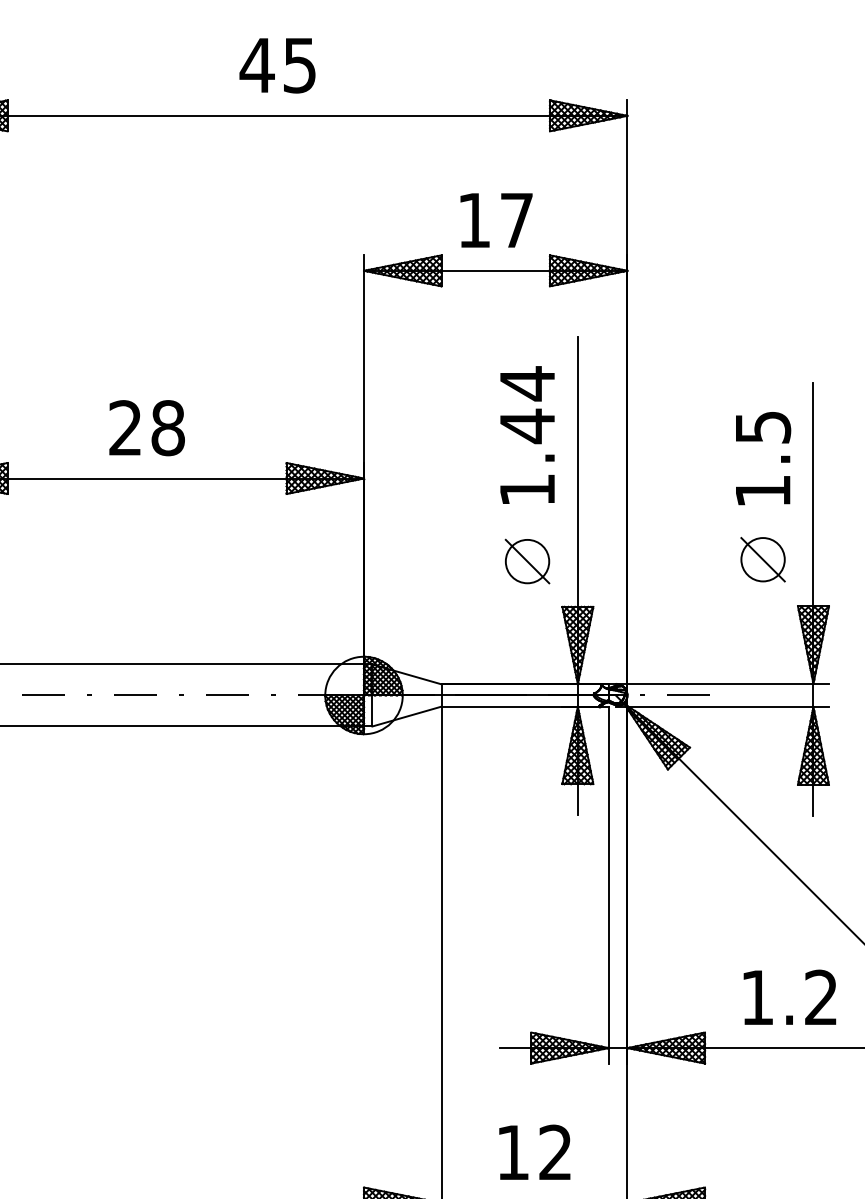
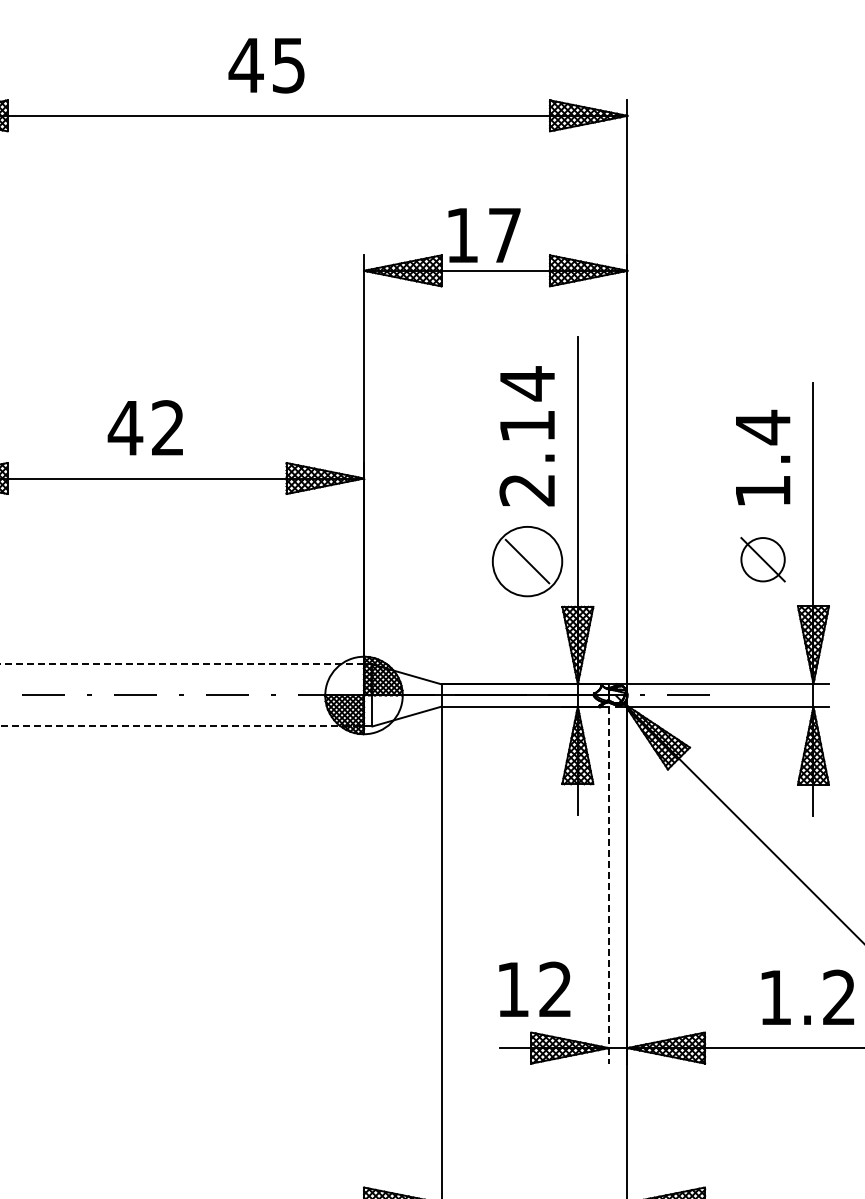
text at (277, 65) position: (277, 65) -> (266, 65)
text at (496, 220) position: (496, 220) -> (484, 235)
text at (763, 427): 1.5 -> 1.4
text at (145, 428): 28 -> 42
text at (526, 457): 1.44 -> 2.14
circle at (527, 561) diameter: 43 px -> 69 px
line at (182, 664): solid -> dashed
line at (182, 726): solid -> dashed
line at (608, 885): solid -> dashed
text at (789, 996) position: (789, 996) -> (807, 996)
text at (534, 1151) position: (534, 1151) -> (534, 988)
